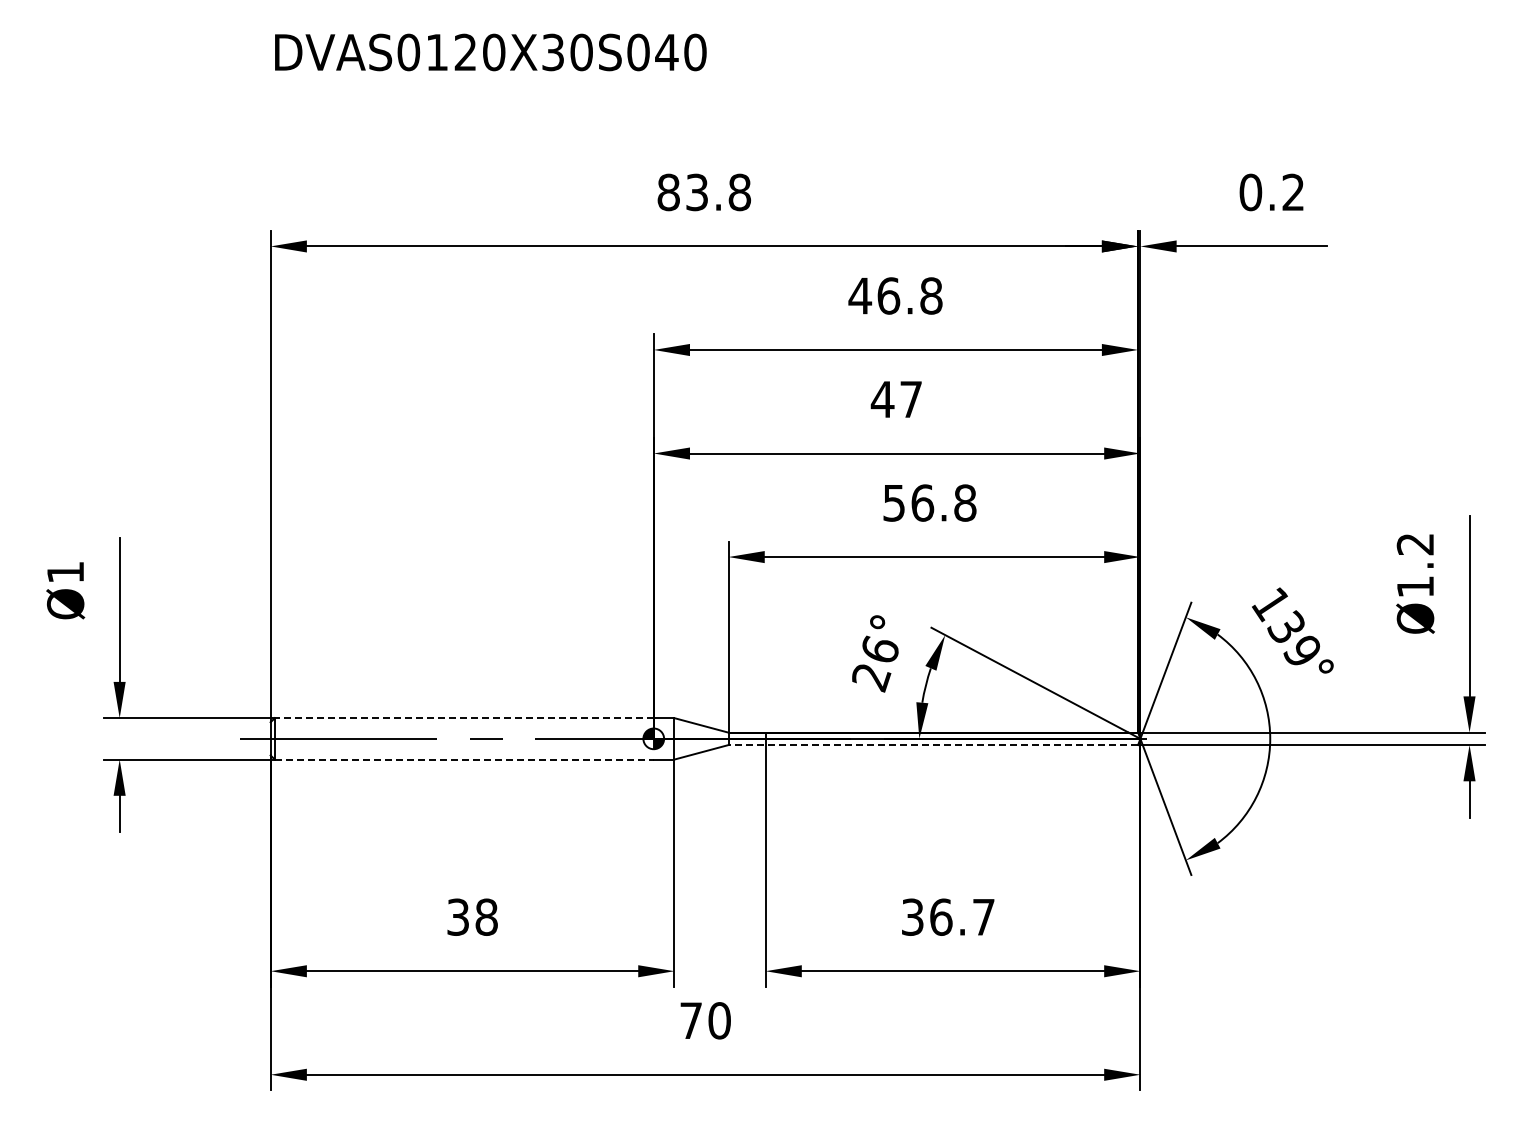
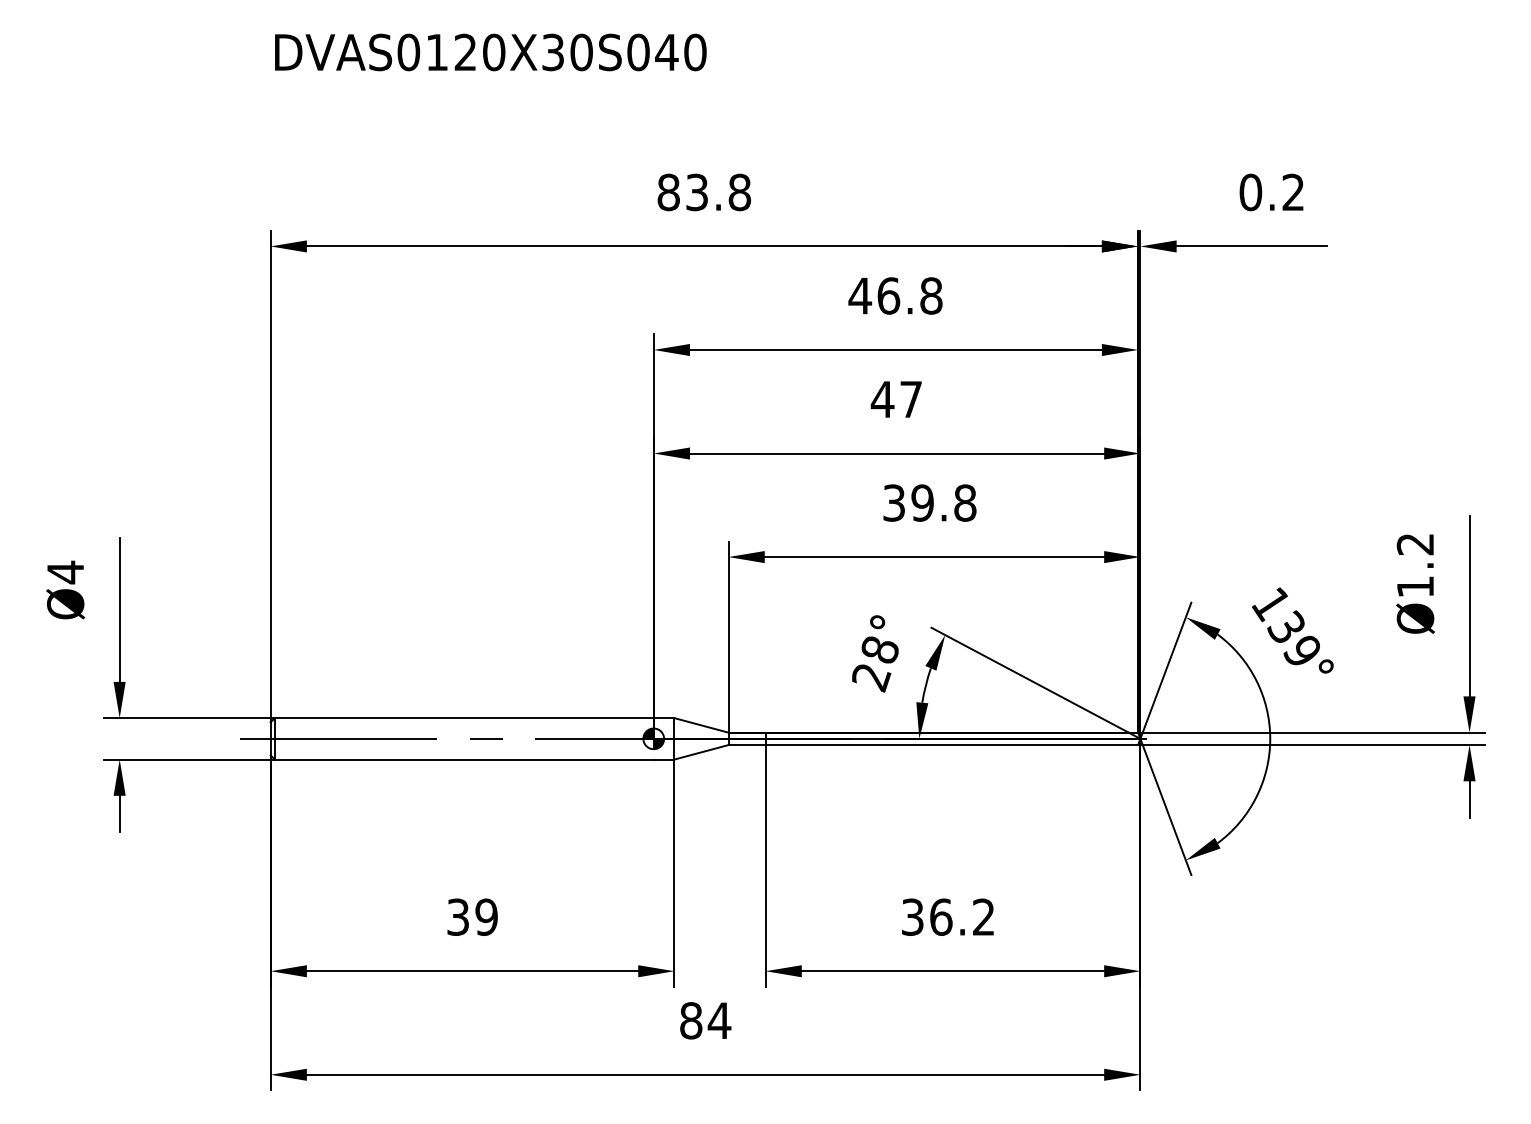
text at (909, 502): 56.8 -> 39.8
text at (65, 572): Ø1 -> Ø4
text at (879, 649): 26° -> 28°
line at (463, 718): dashed -> solid
line at (933, 745): dashed -> solid
line at (464, 759): dashed -> solid
text at (486, 916): 38 -> 39
text at (983, 916): 36.7 -> 36.2
text at (705, 1020): 70 -> 84
